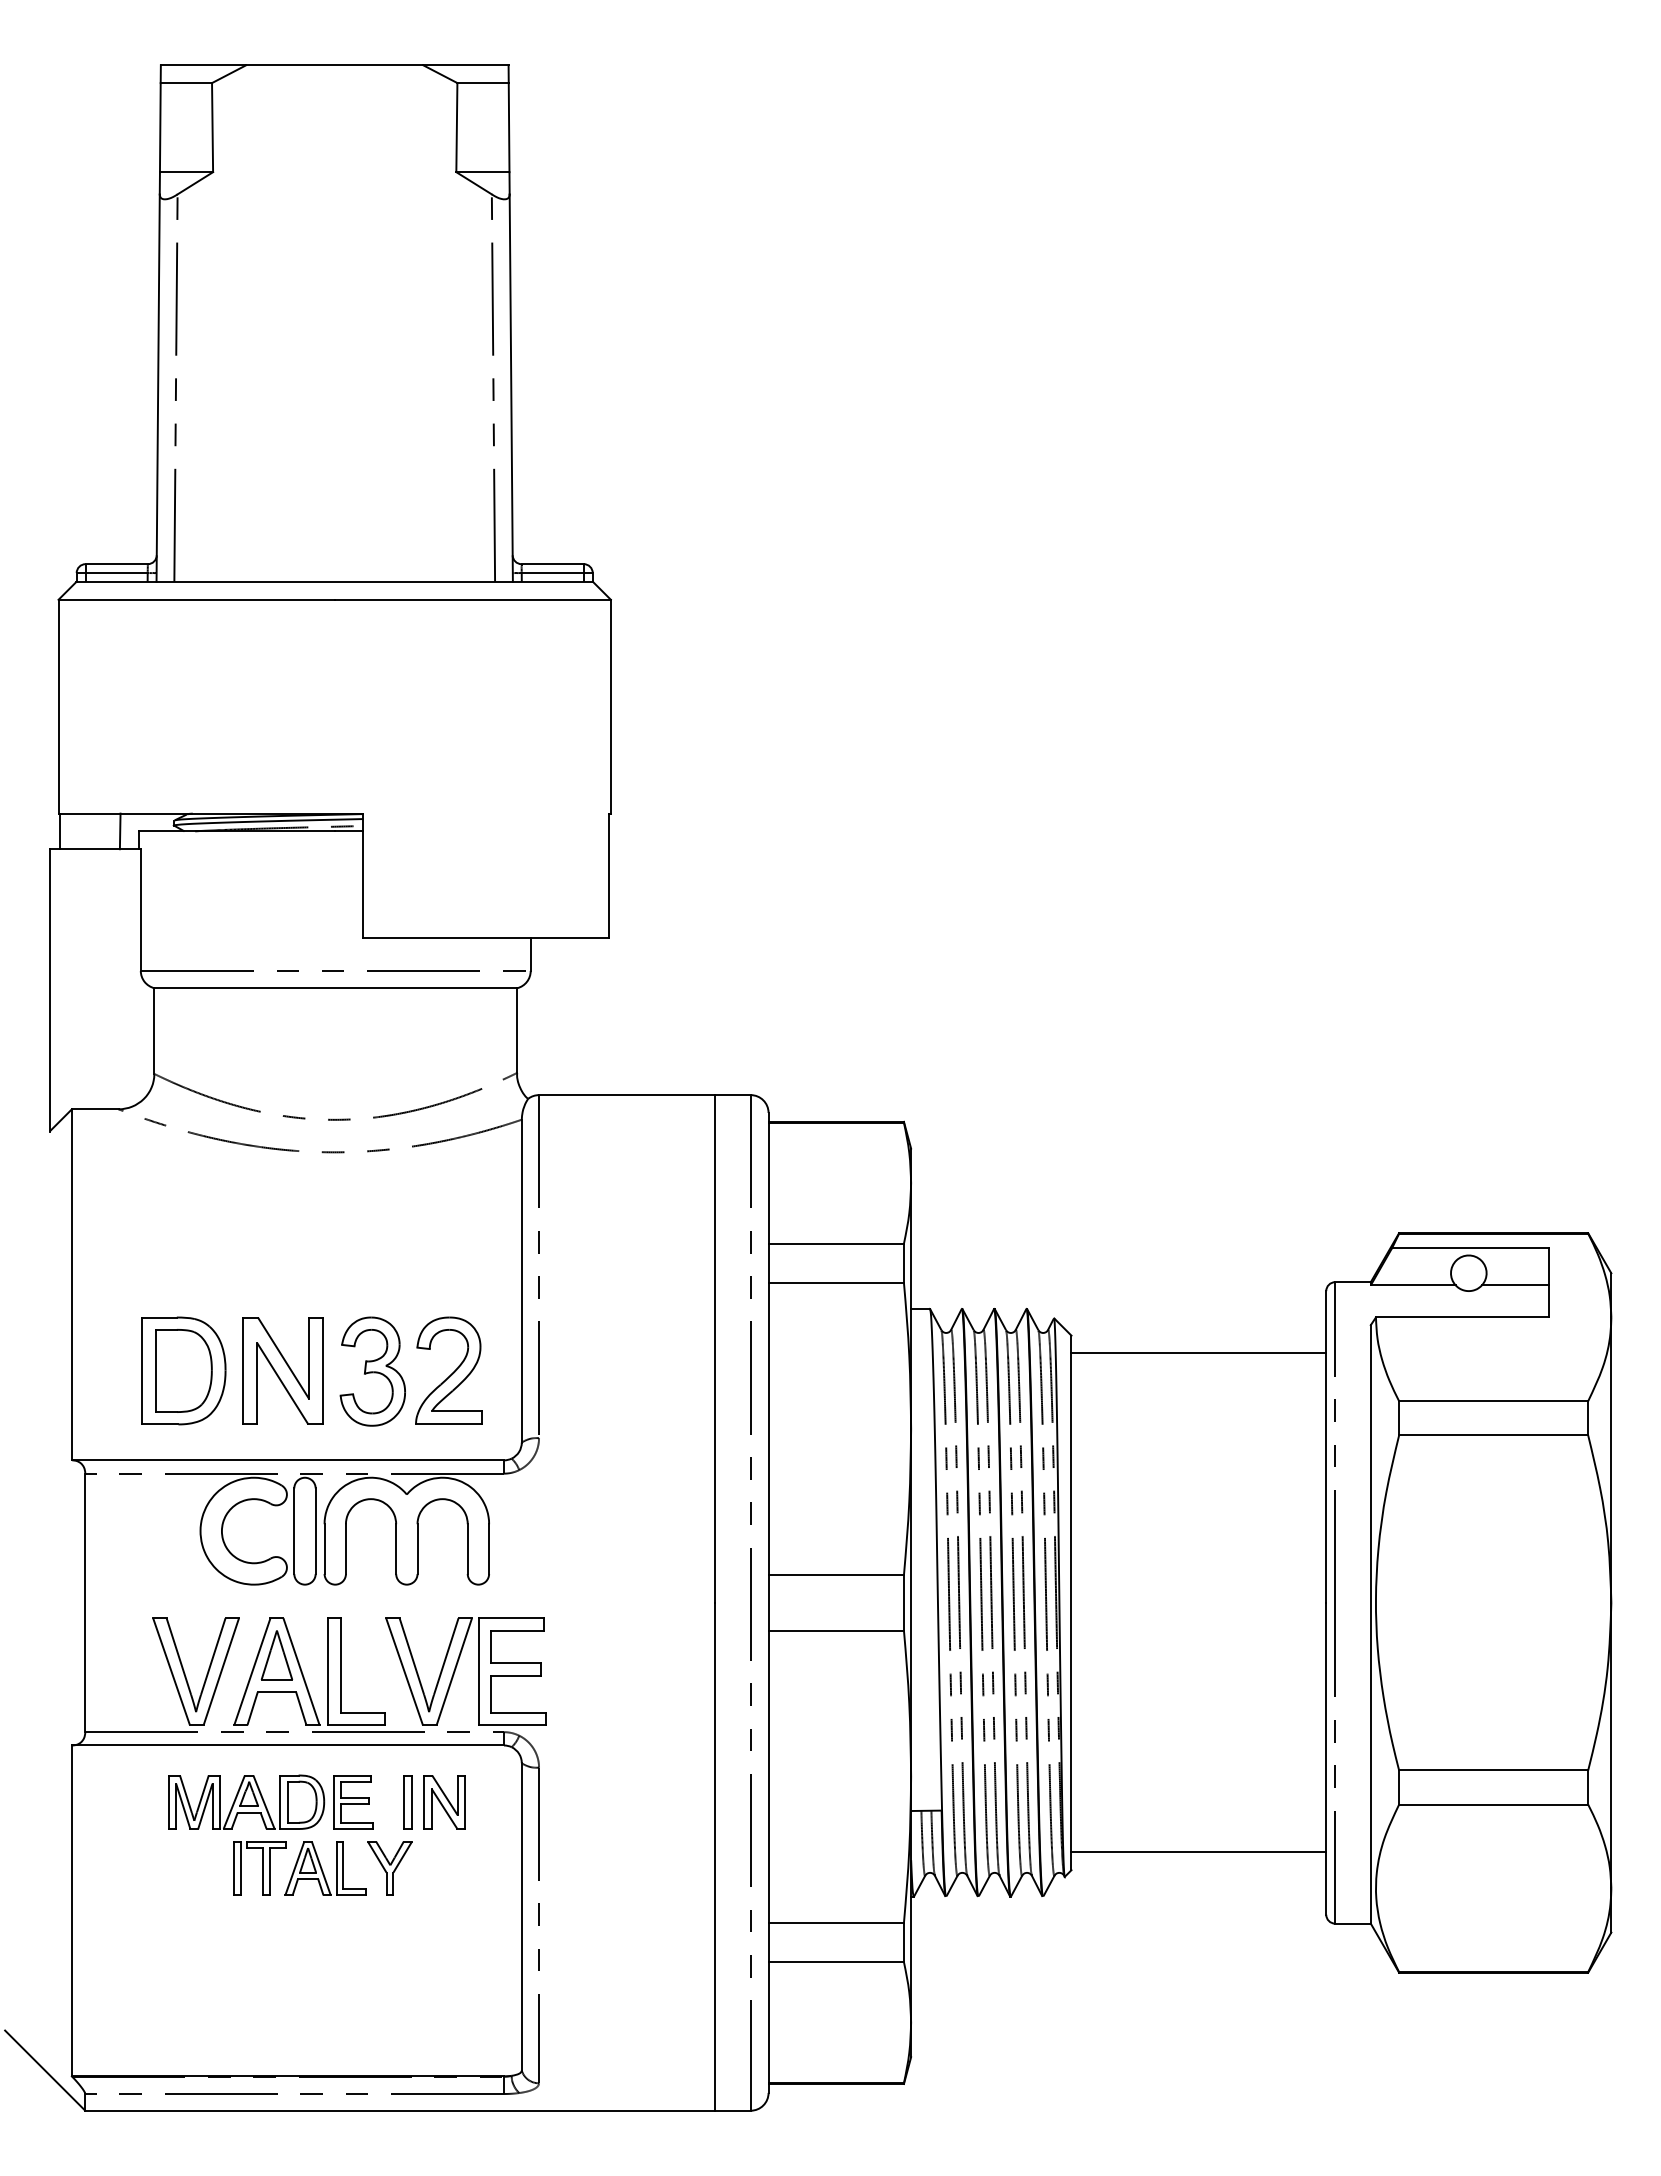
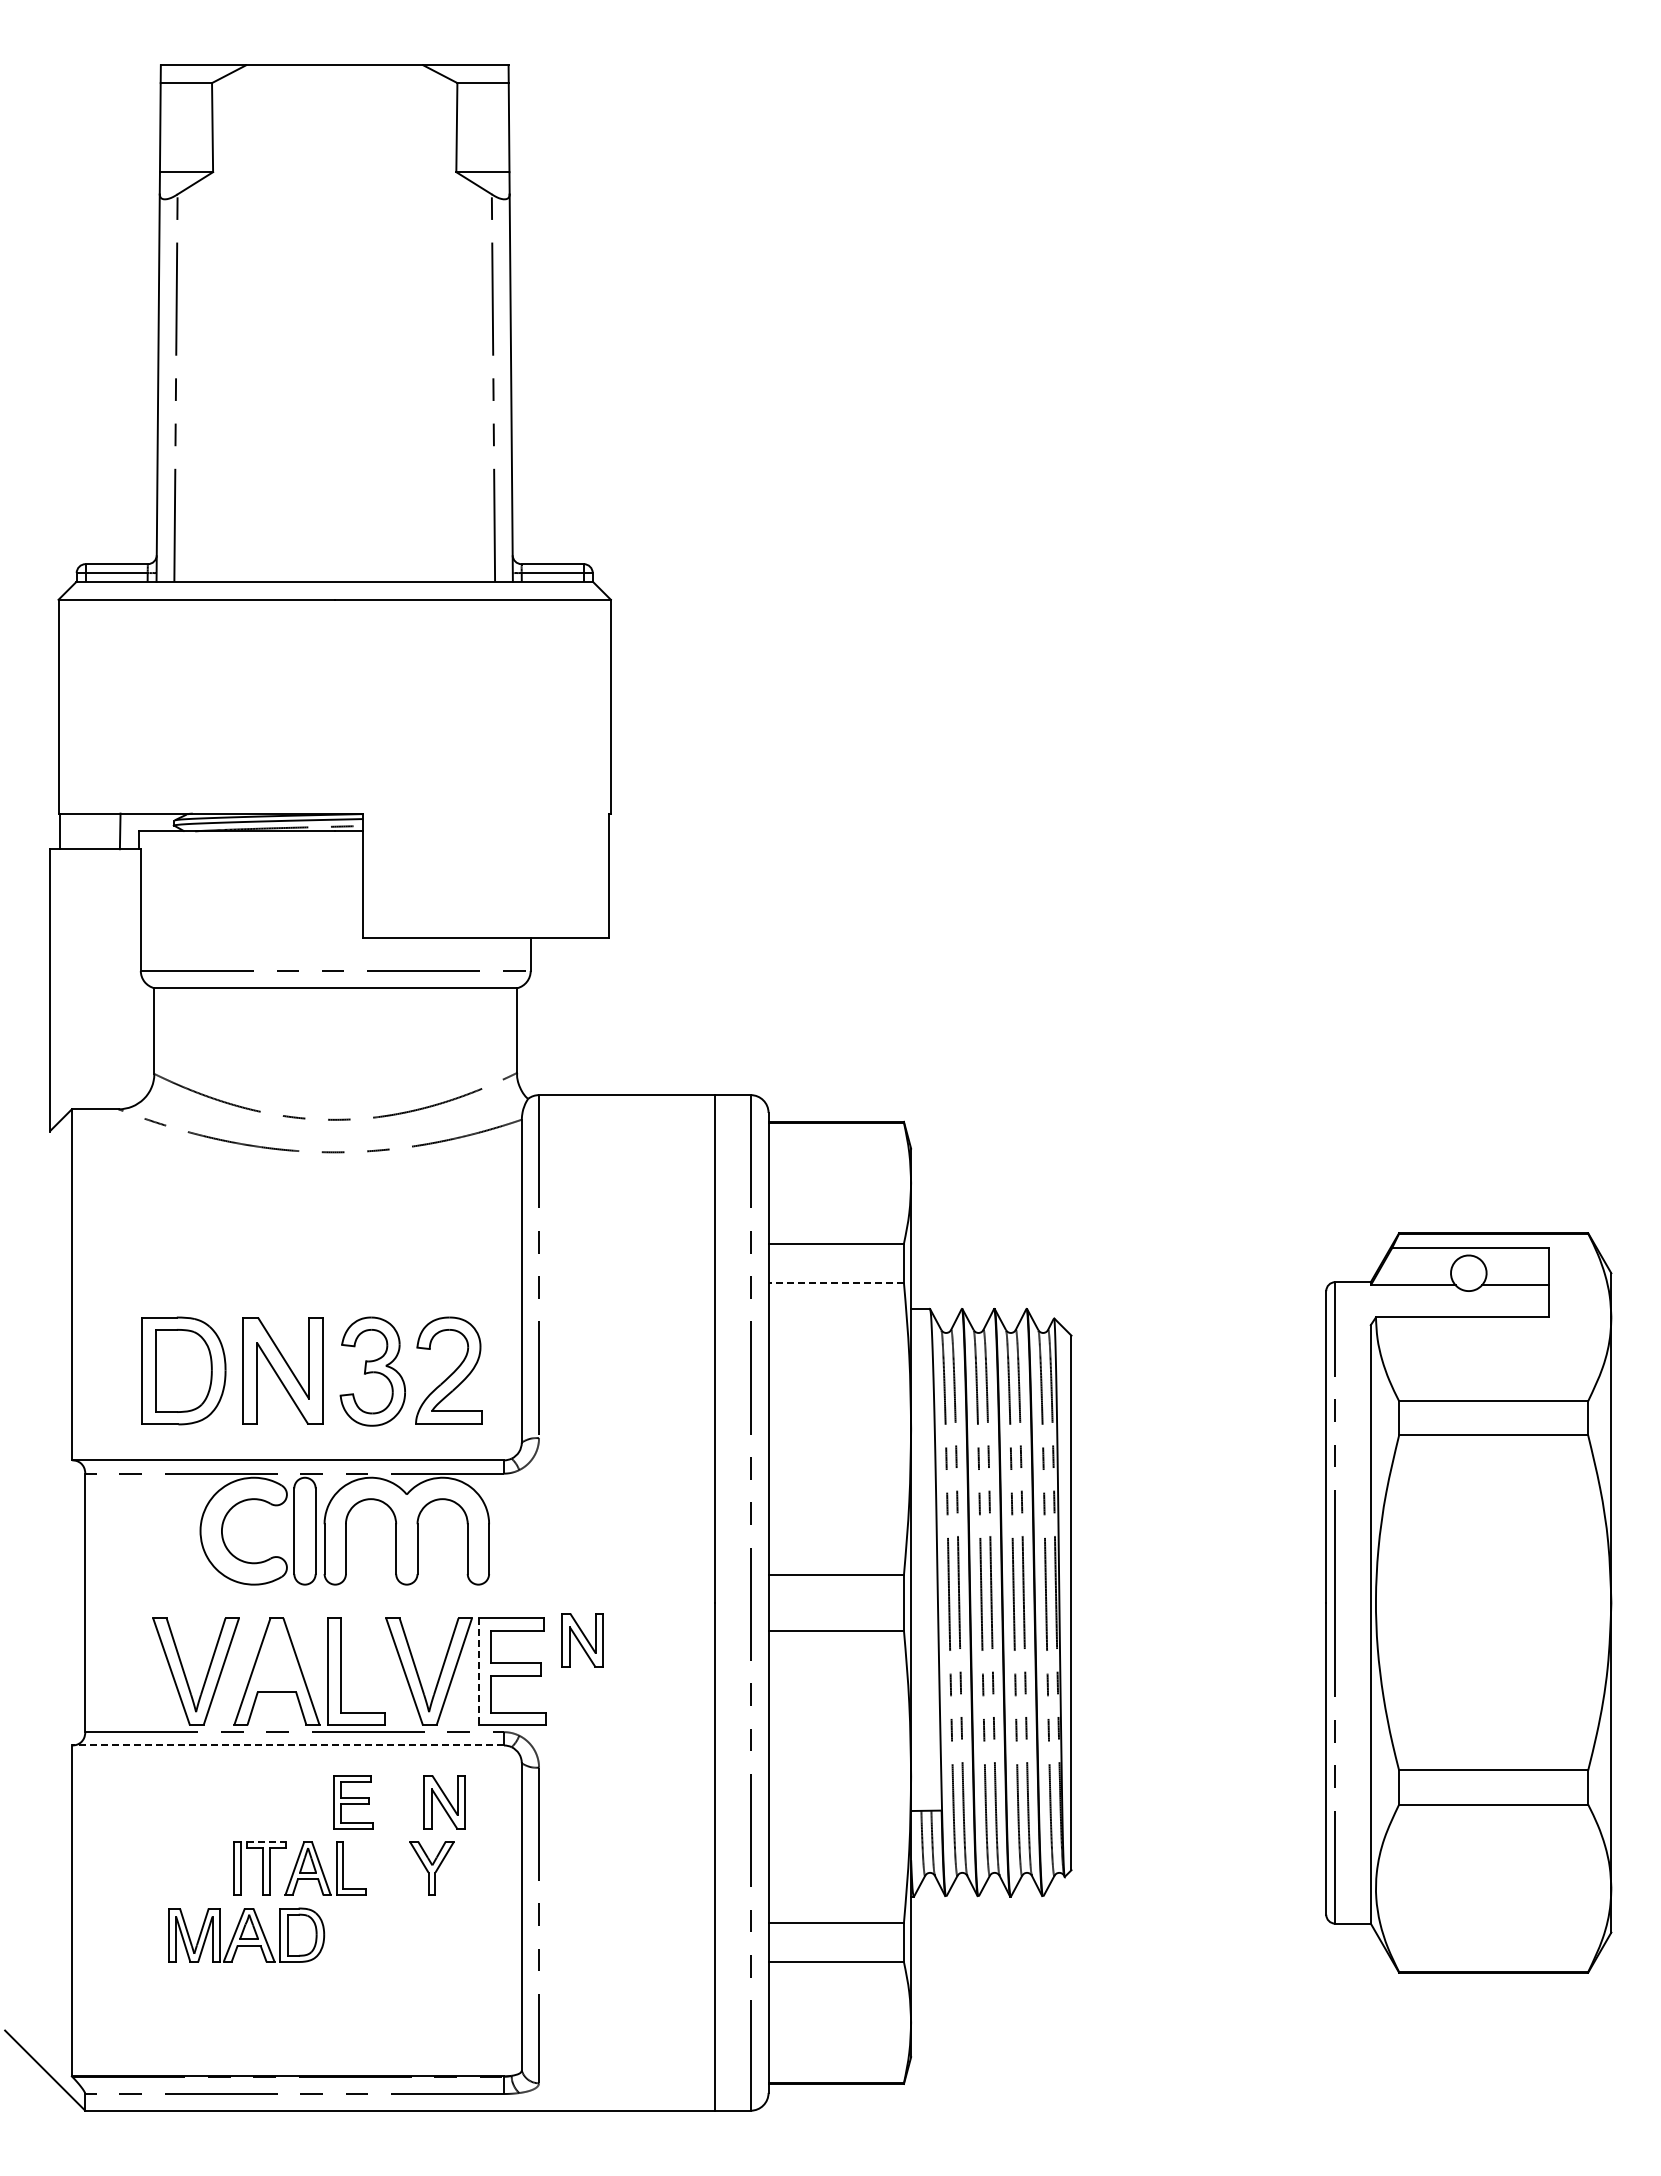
line at (836, 1282): solid -> dashed
line at (1198, 1353): present -> none
part at (582, 1640): none -> present
part at (276, 1655): present -> none
line at (479, 1672): solid -> dashed
line at (288, 1745): solid -> dashed
part at (246, 1801) position: (246, 1801) -> (246, 1934)
part at (407, 1802): present -> none
line at (267, 1841): solid -> dashed
line at (1198, 1852): present -> none
part at (389, 1868) position: (389, 1868) -> (431, 1868)
